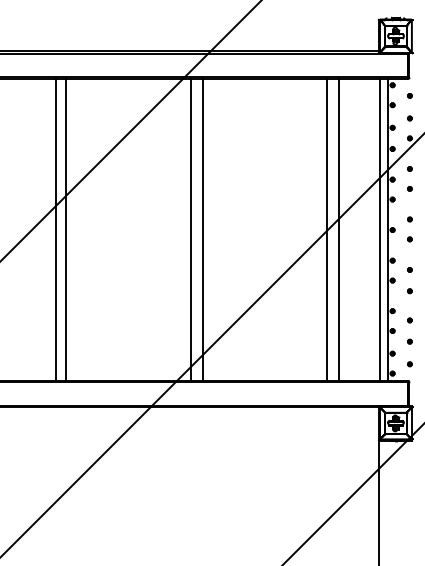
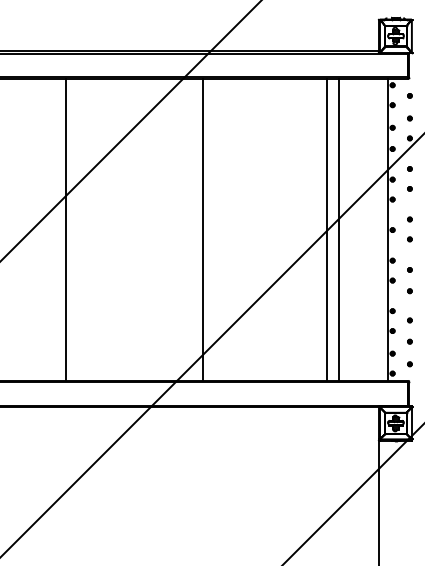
line at (55, 229): present -> none
line at (191, 229): present -> none
line at (379, 229): present -> none
